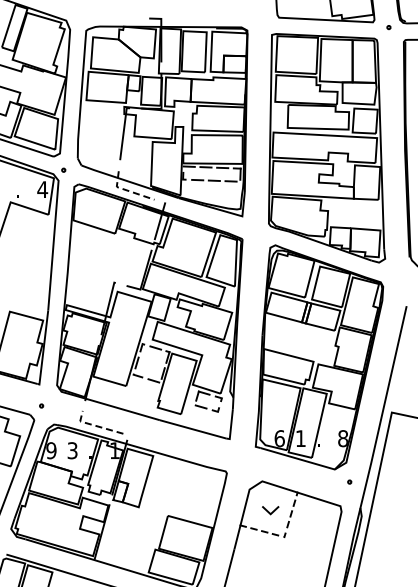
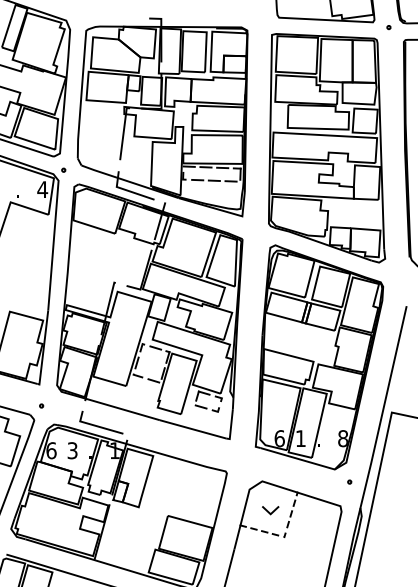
line at (128, 190): dashed -> solid
line at (95, 425): dashed -> solid
text at (51, 450): 9 -> 6
